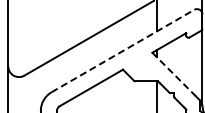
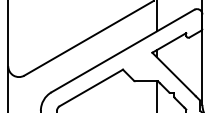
line at (123, 50): dashed -> solid
line at (174, 74): dashed -> solid
